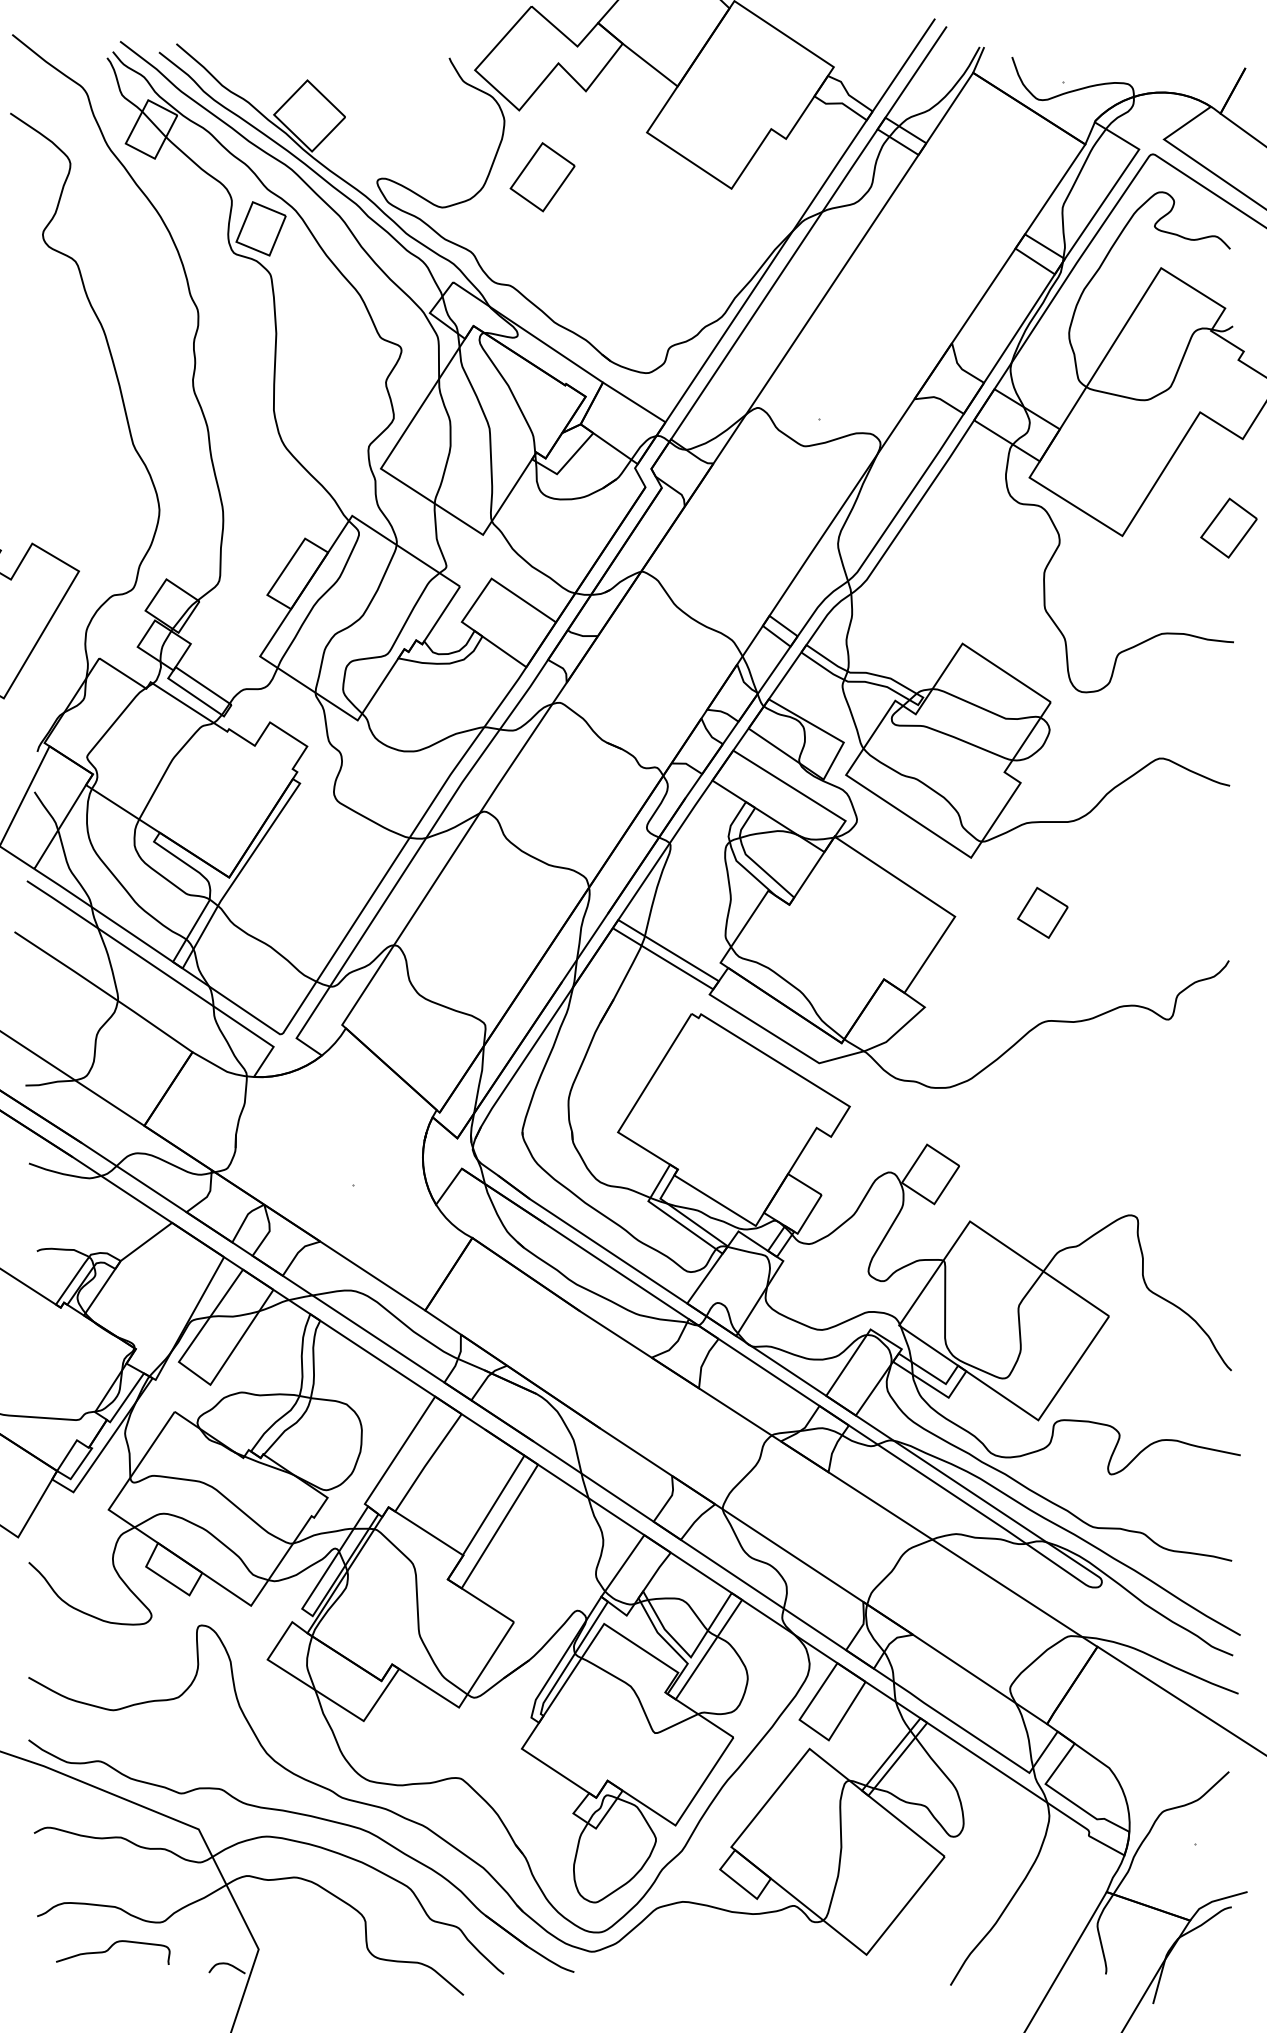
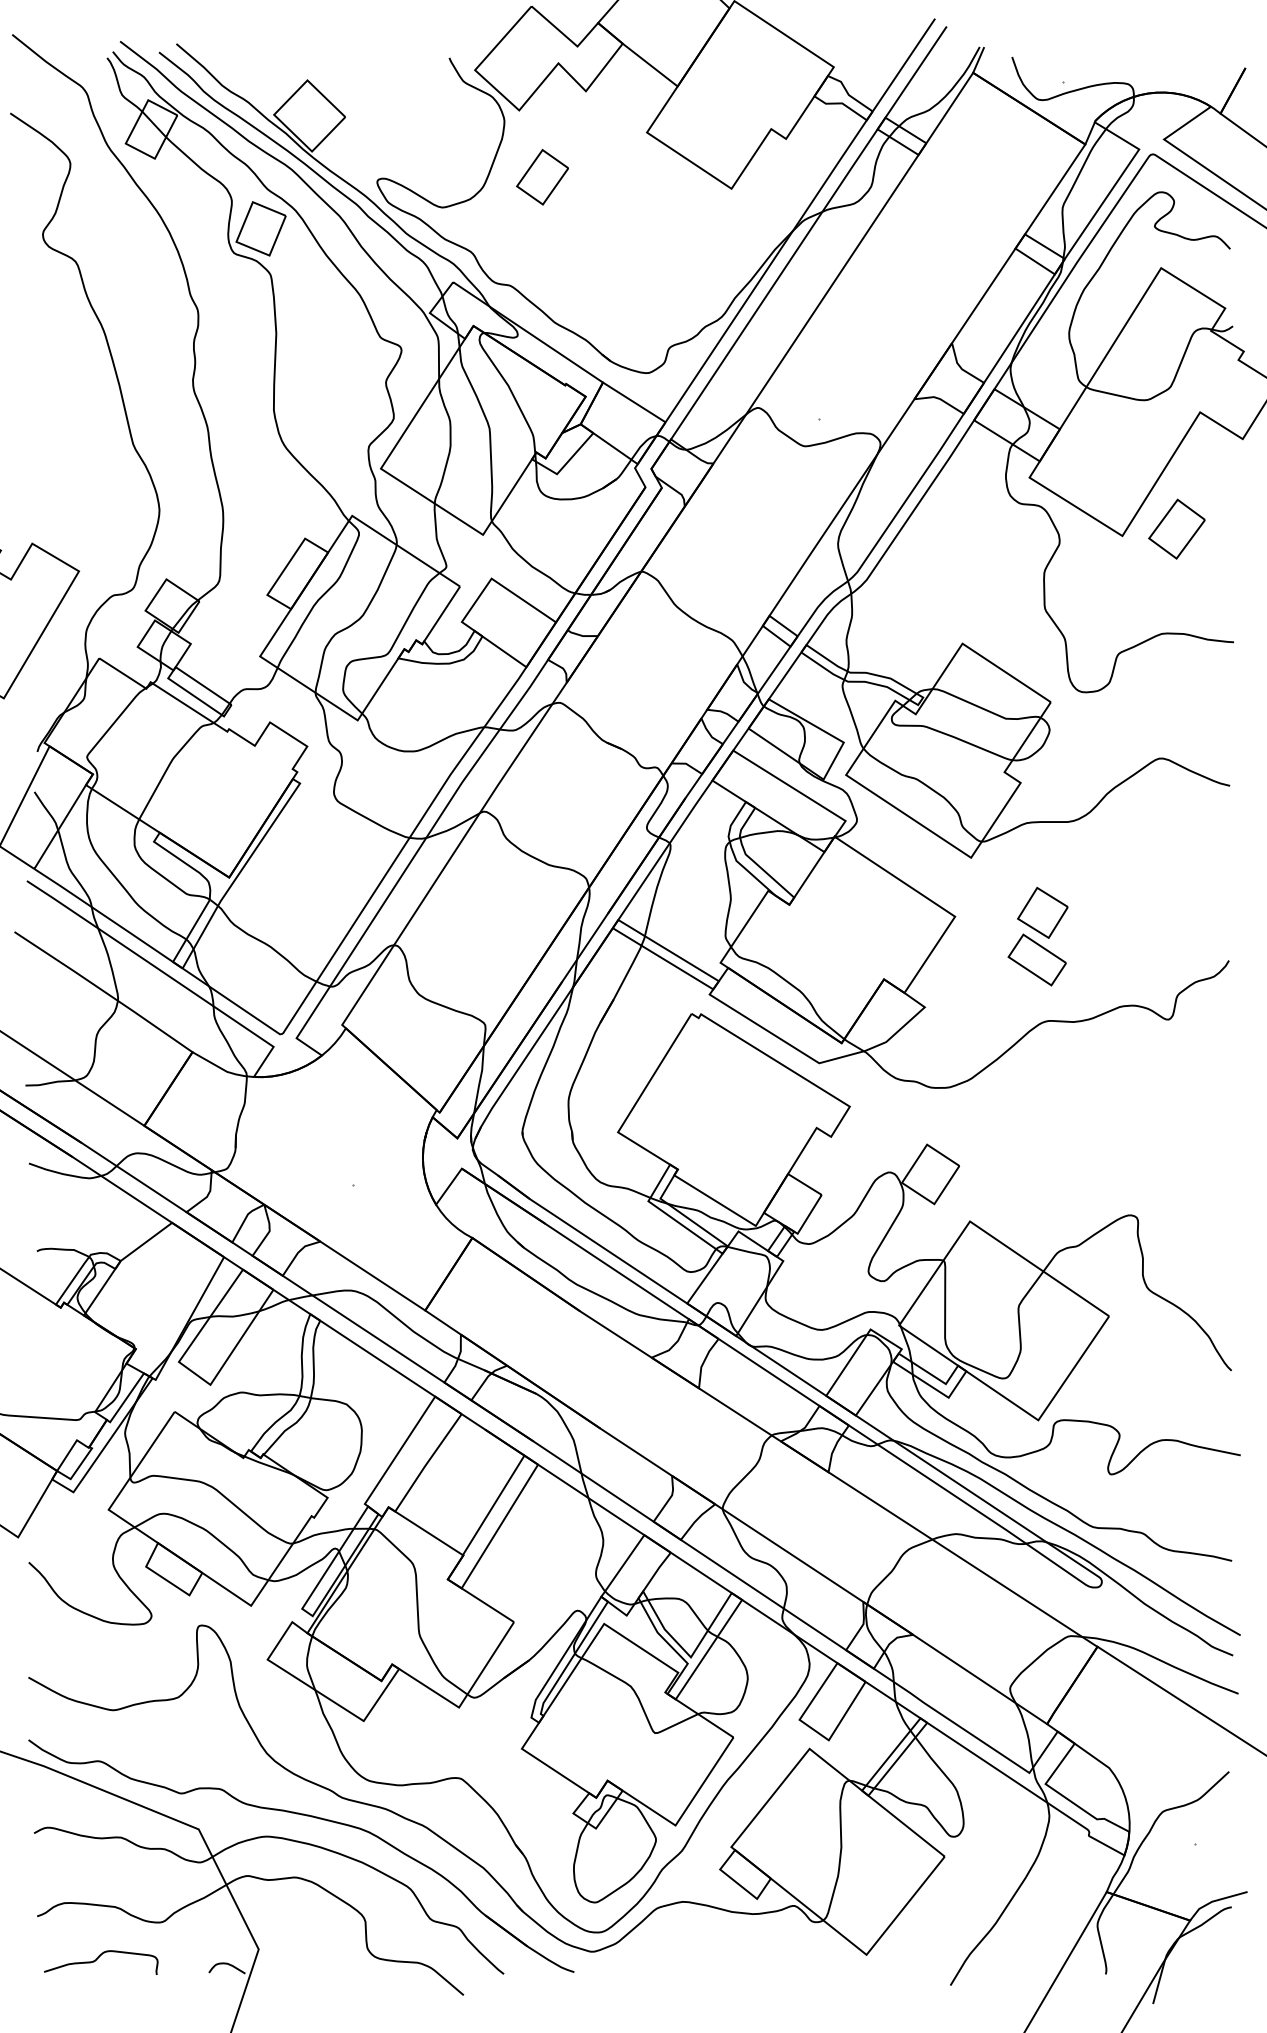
part at (542, 177) size: 67x71 px -> 53x57 px
part at (1228, 527) position: (1228, 527) -> (1176, 528)
part at (1036, 959): none -> present
curve at (110, 1948) position: (110, 1948) -> (98, 1958)
